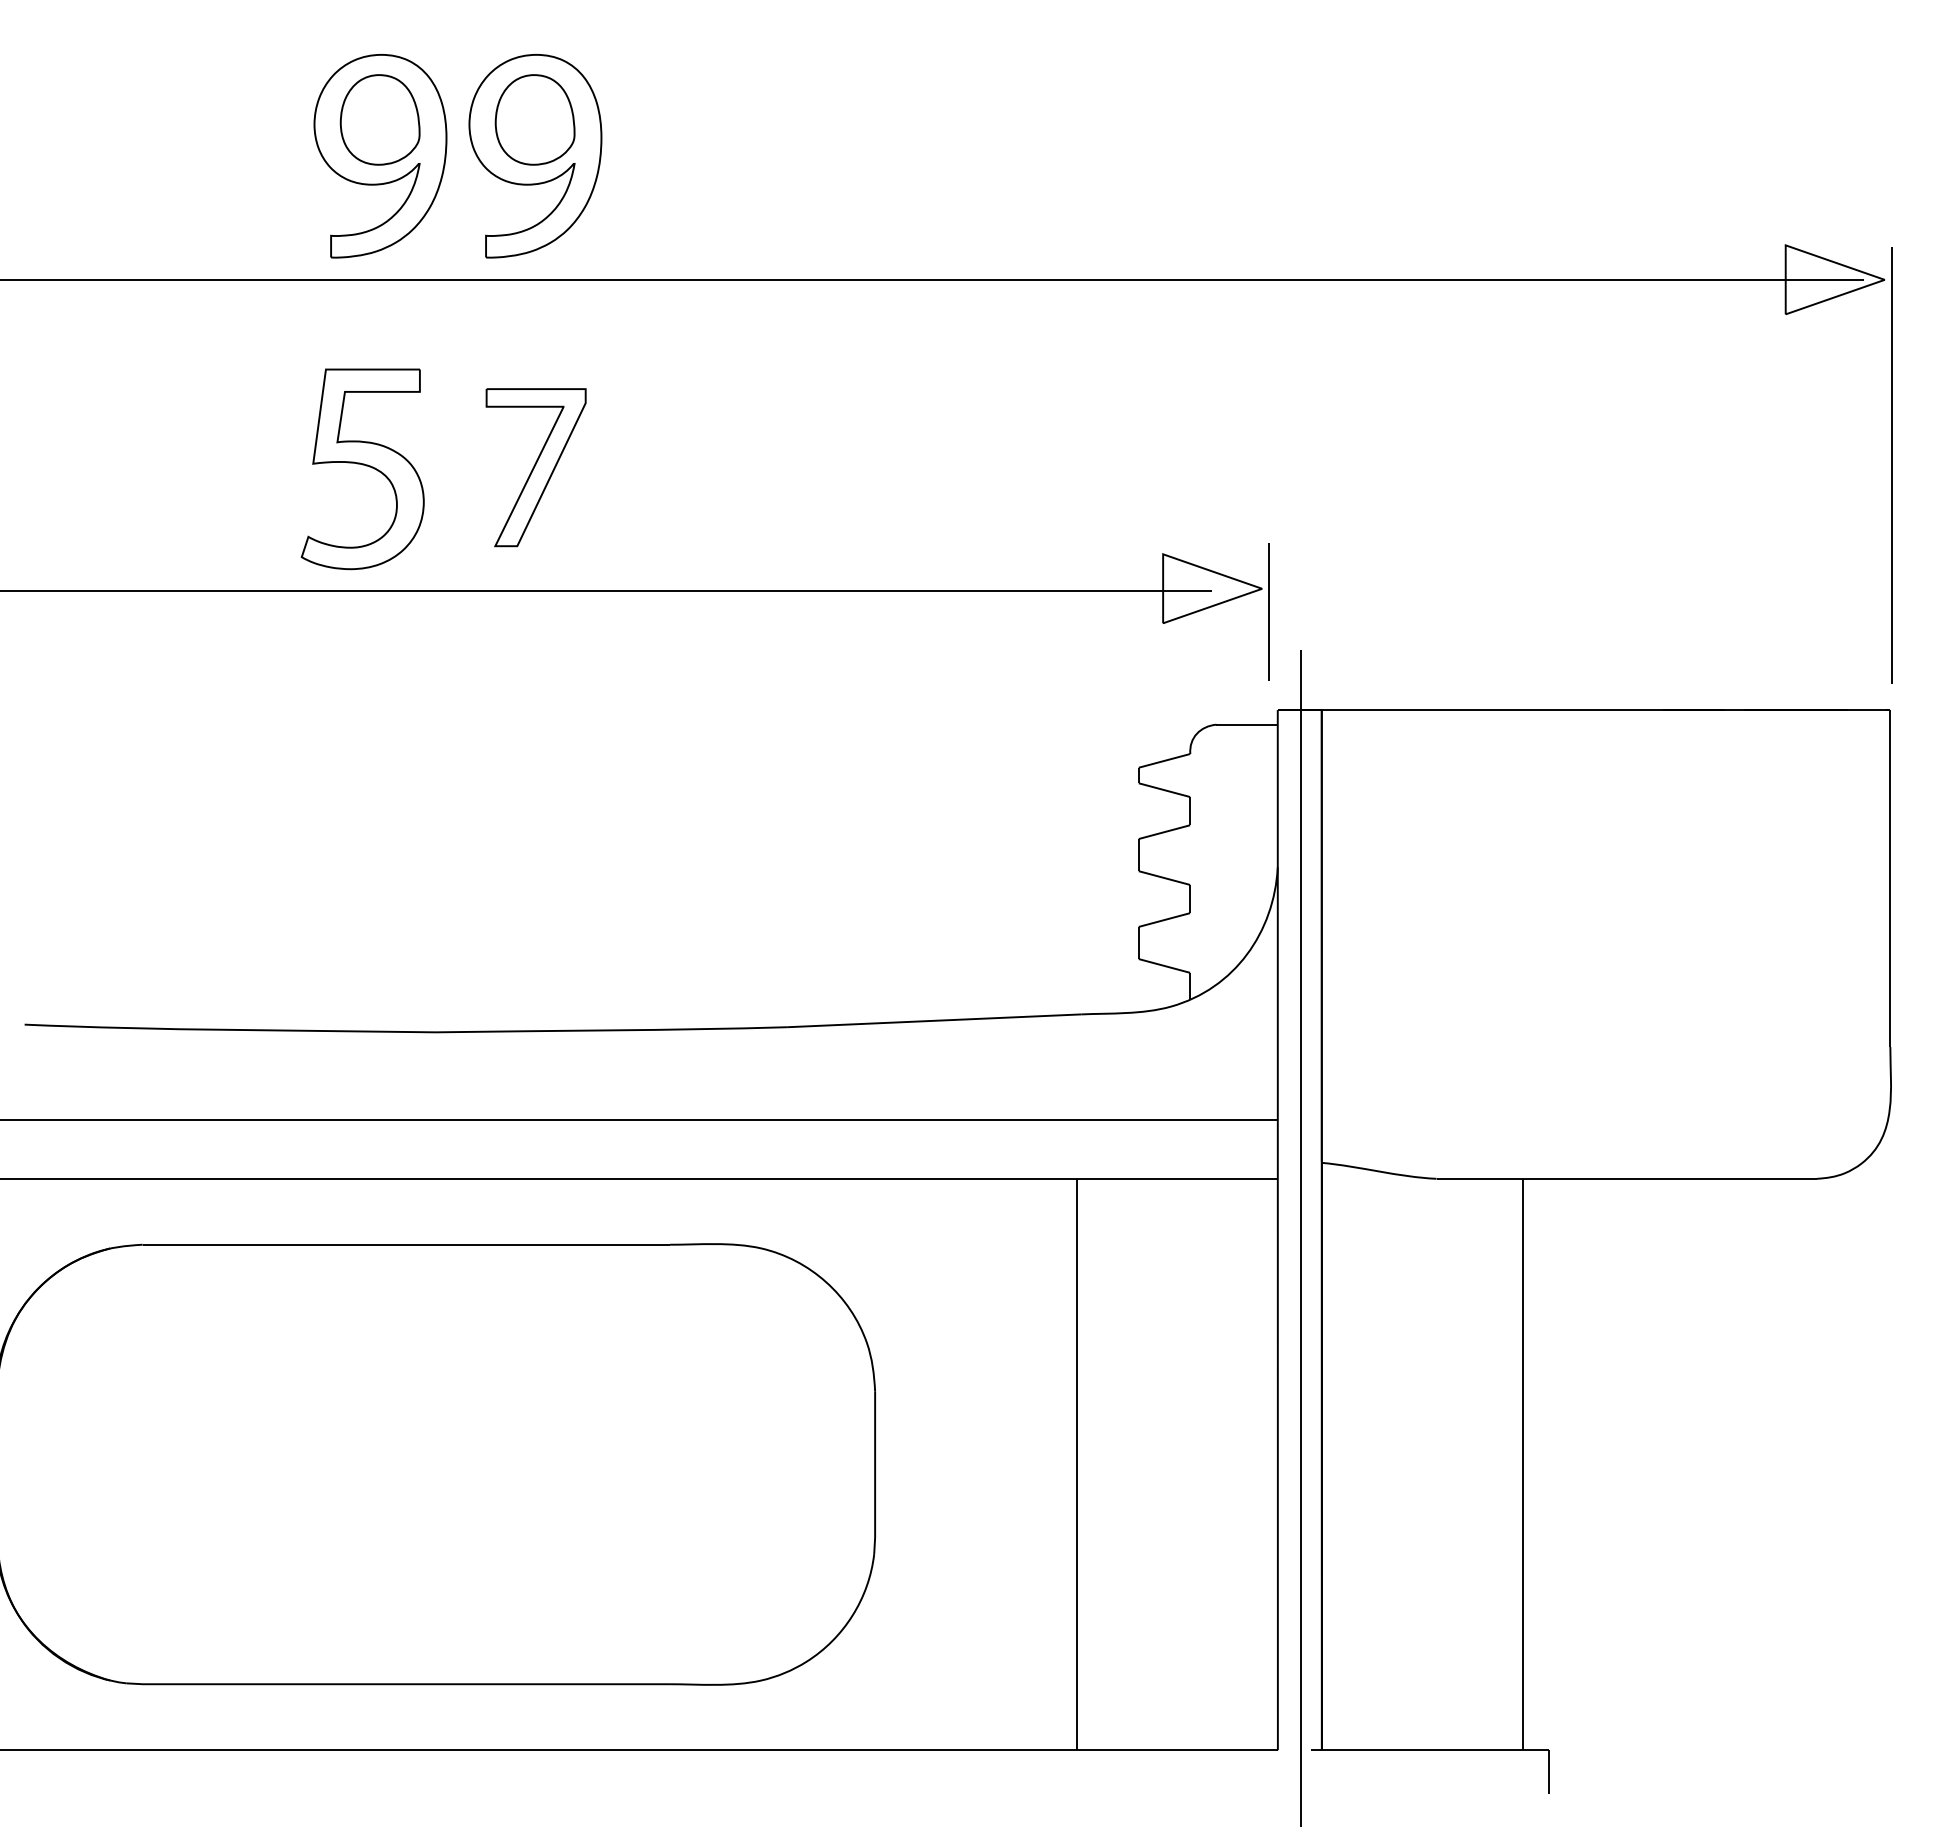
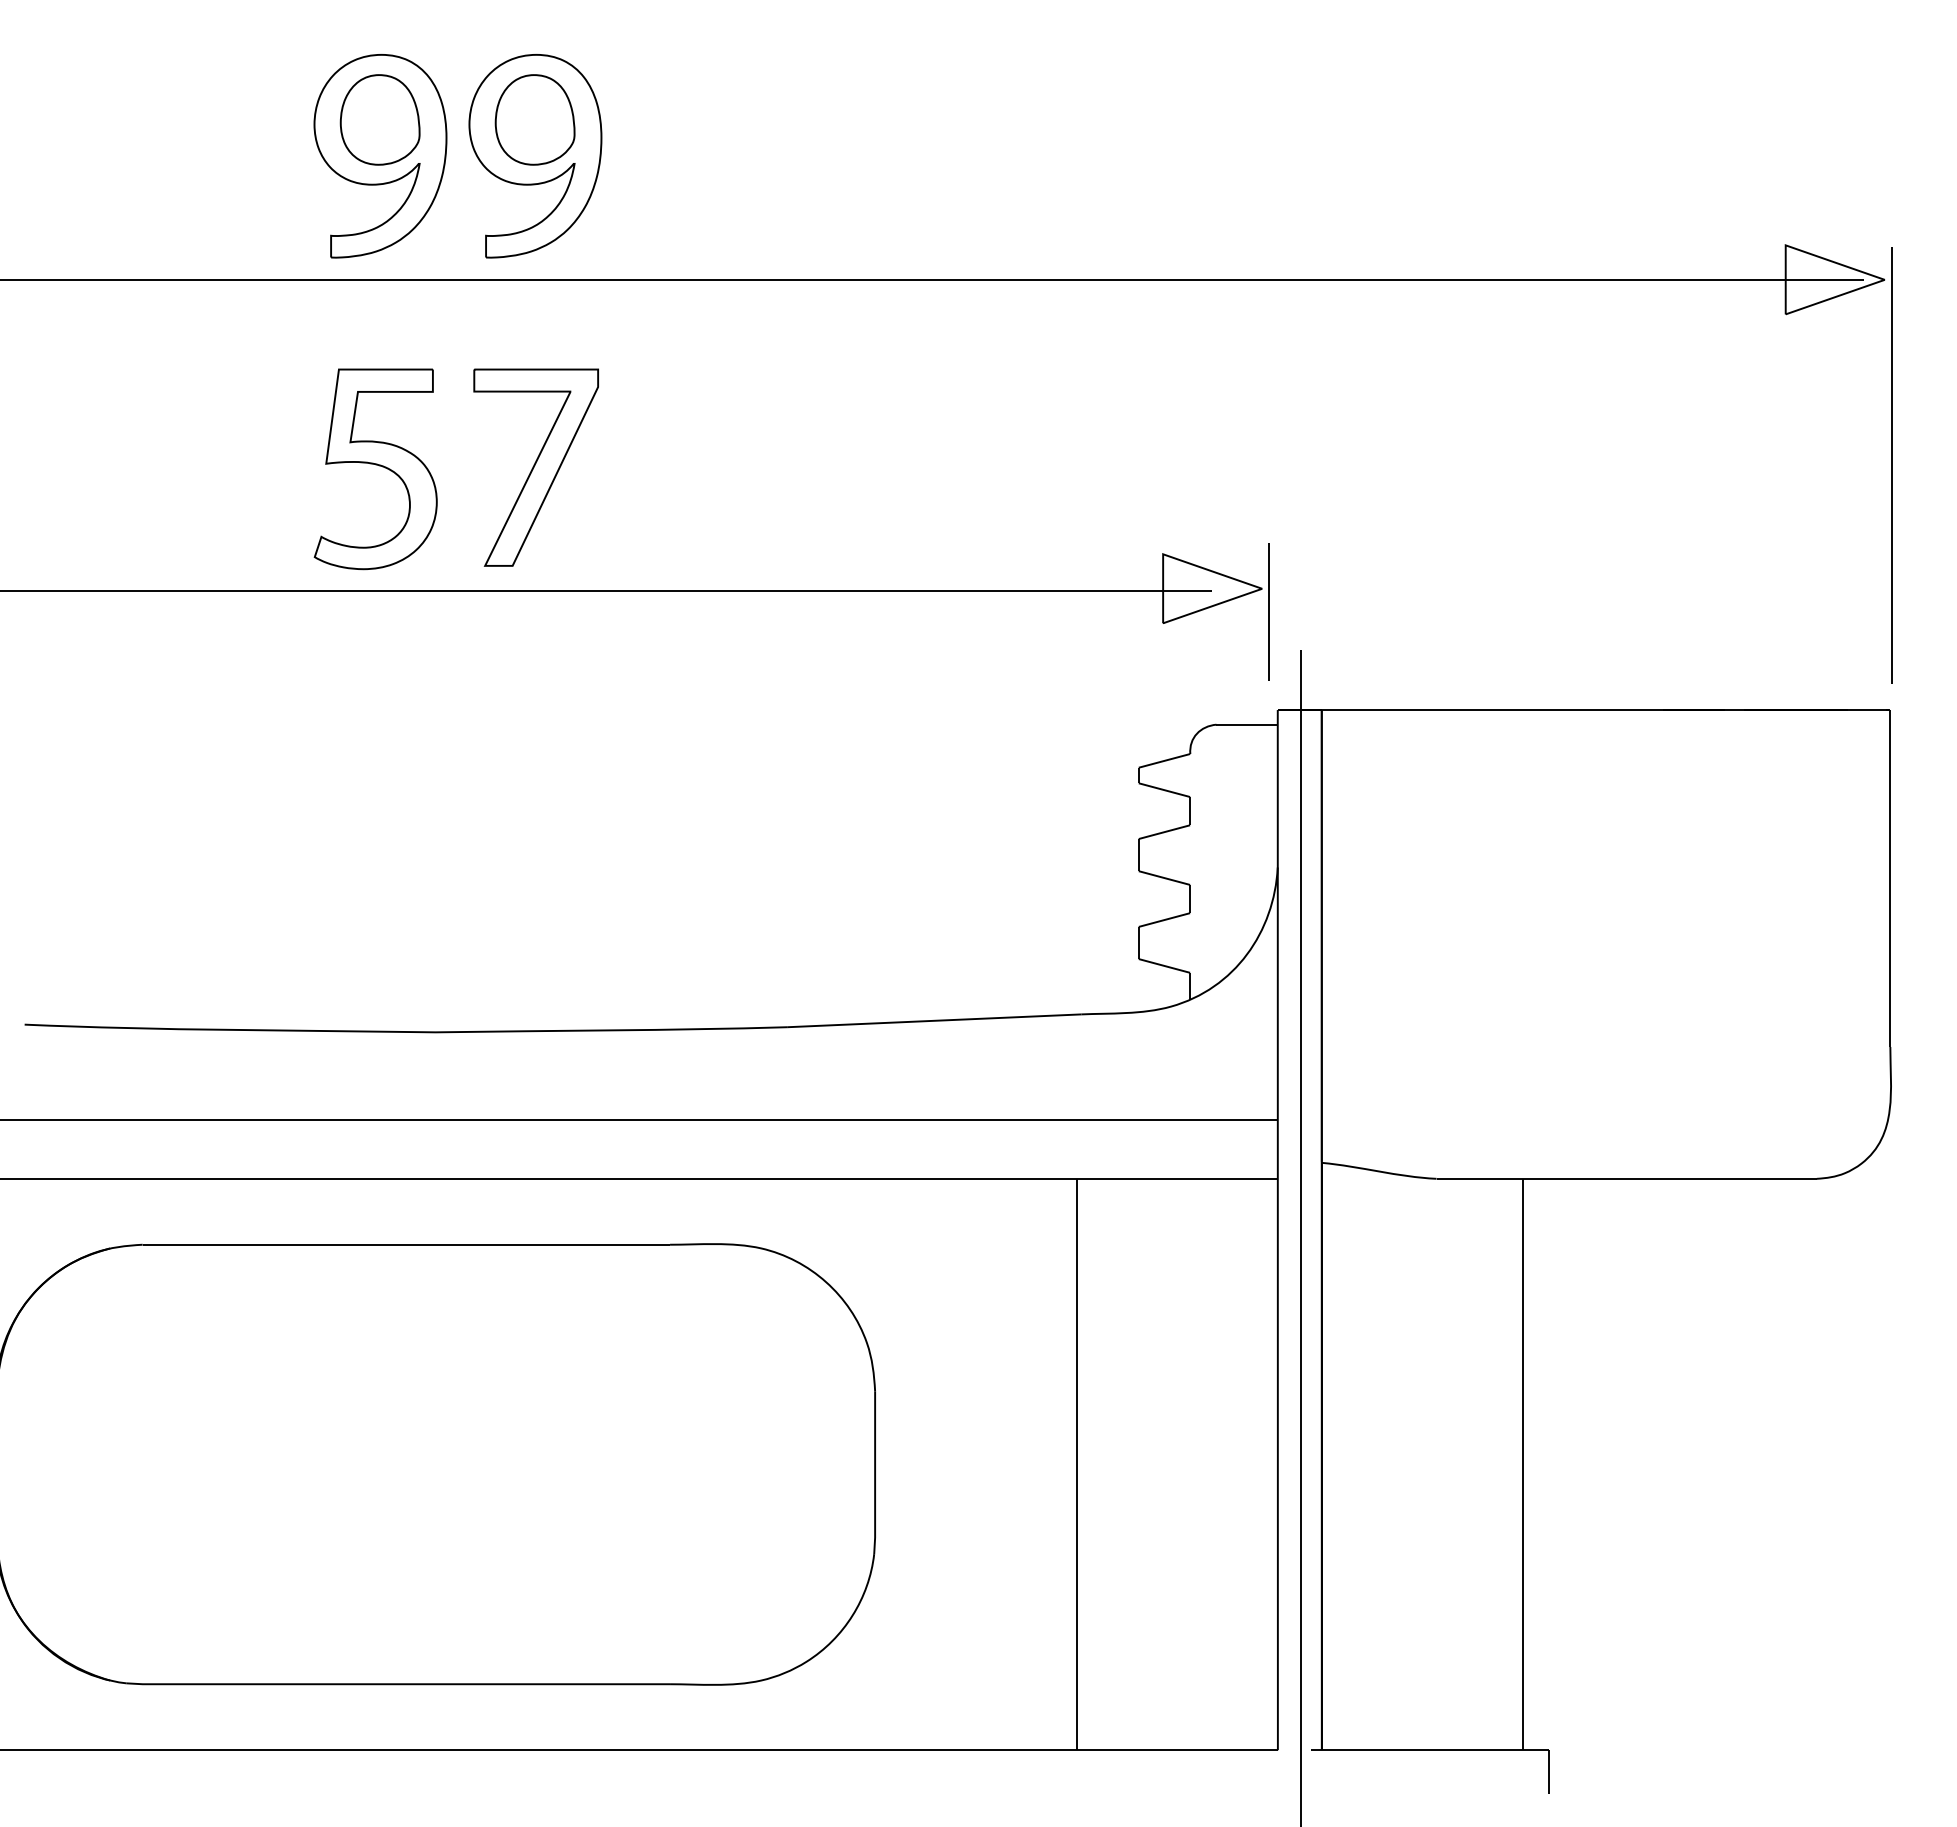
part at (535, 467) size: 102x160 px -> 126x199 px
part at (362, 469) position: (362, 469) -> (375, 469)
